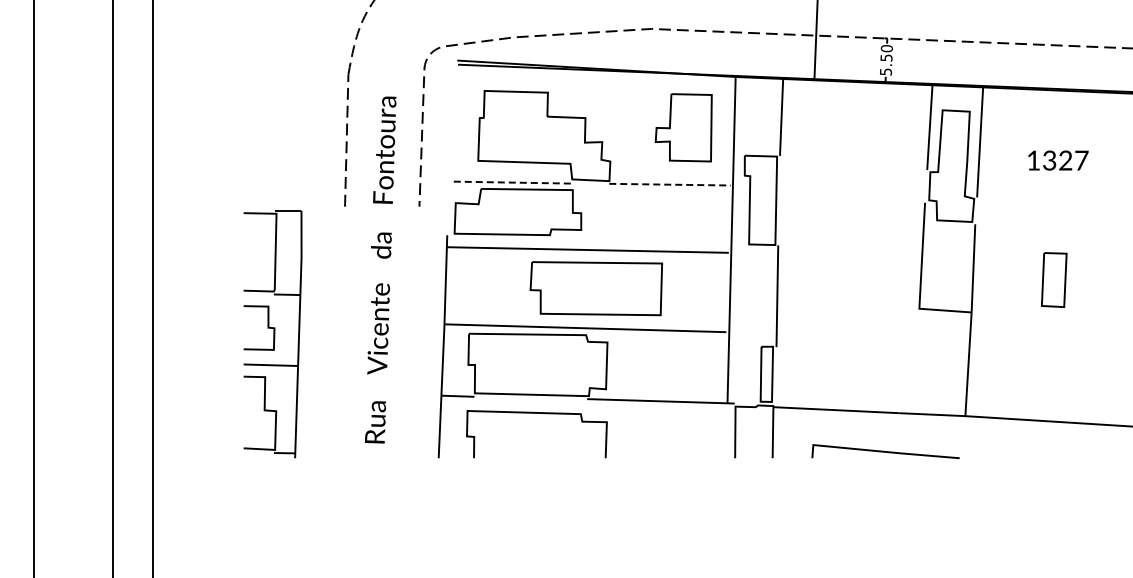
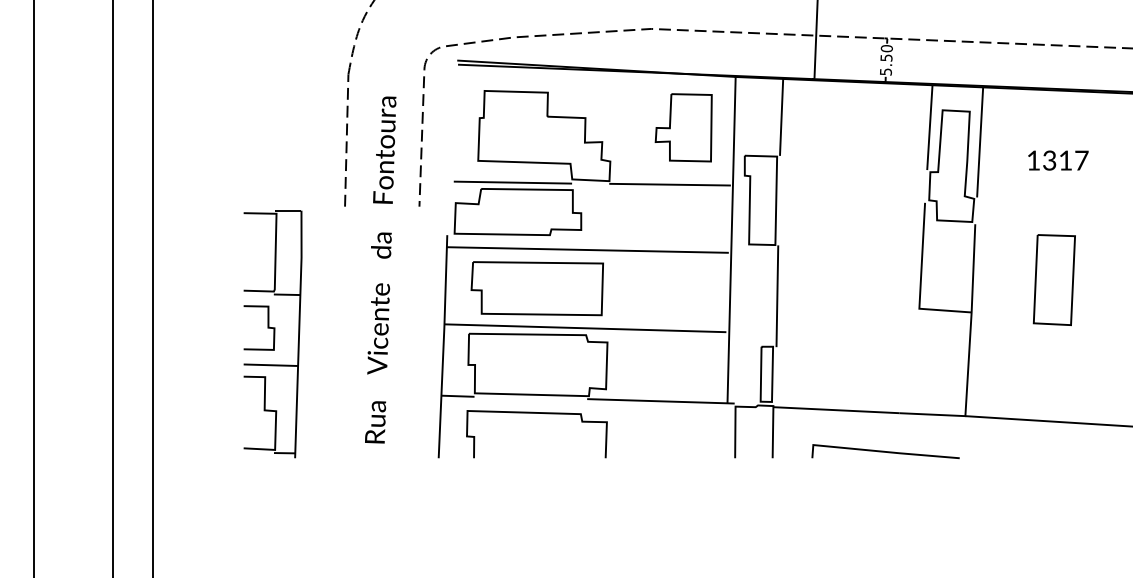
text at (1065, 160): 1327 -> 1317
line at (513, 182): dashed -> solid
line at (670, 184): dashed -> solid
part at (1054, 279) size: 27x56 px -> 44x92 px
part at (595, 288) position: (595, 288) -> (536, 288)
